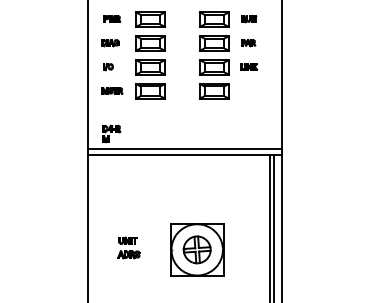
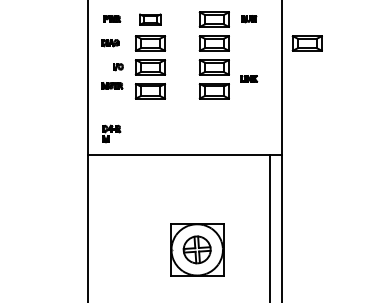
part at (149, 19) size: 32x17 px -> 23x13 px
part at (248, 43): present -> none
part at (306, 43): none -> present
part at (249, 66) position: (249, 66) -> (249, 78)
part at (108, 67) position: (108, 67) -> (118, 67)
part at (112, 90) position: (112, 90) -> (112, 85)
line at (184, 148): present -> none
line at (274, 227): present -> none
part at (128, 247): present -> none
